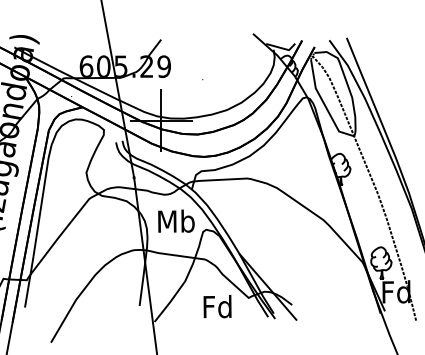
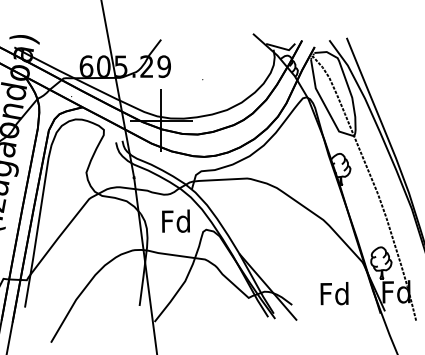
text at (176, 220): Mb -> Fd
text at (217, 306) position: (217, 306) -> (334, 293)
